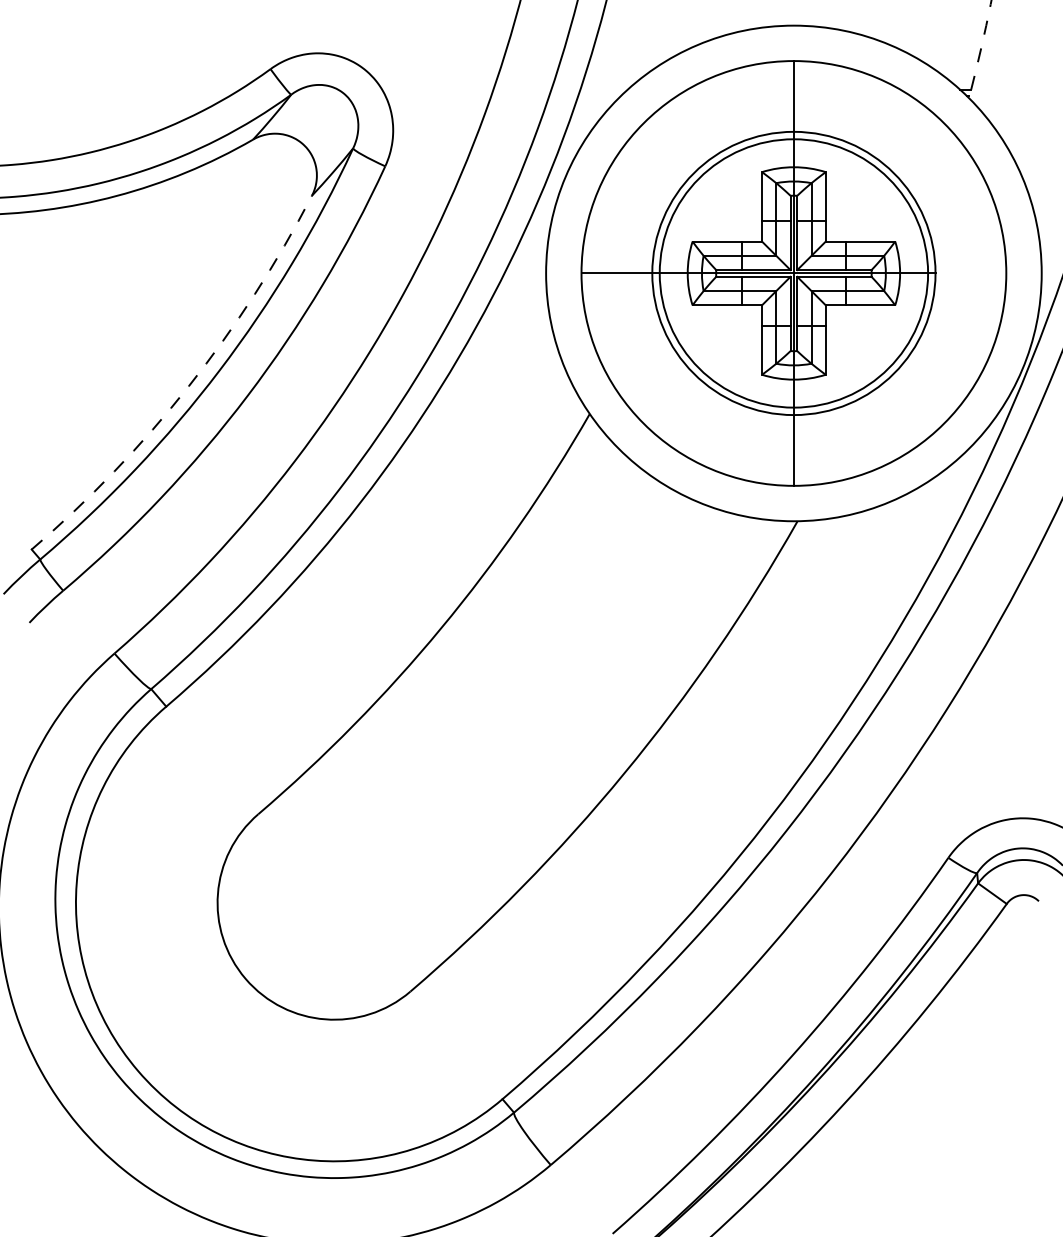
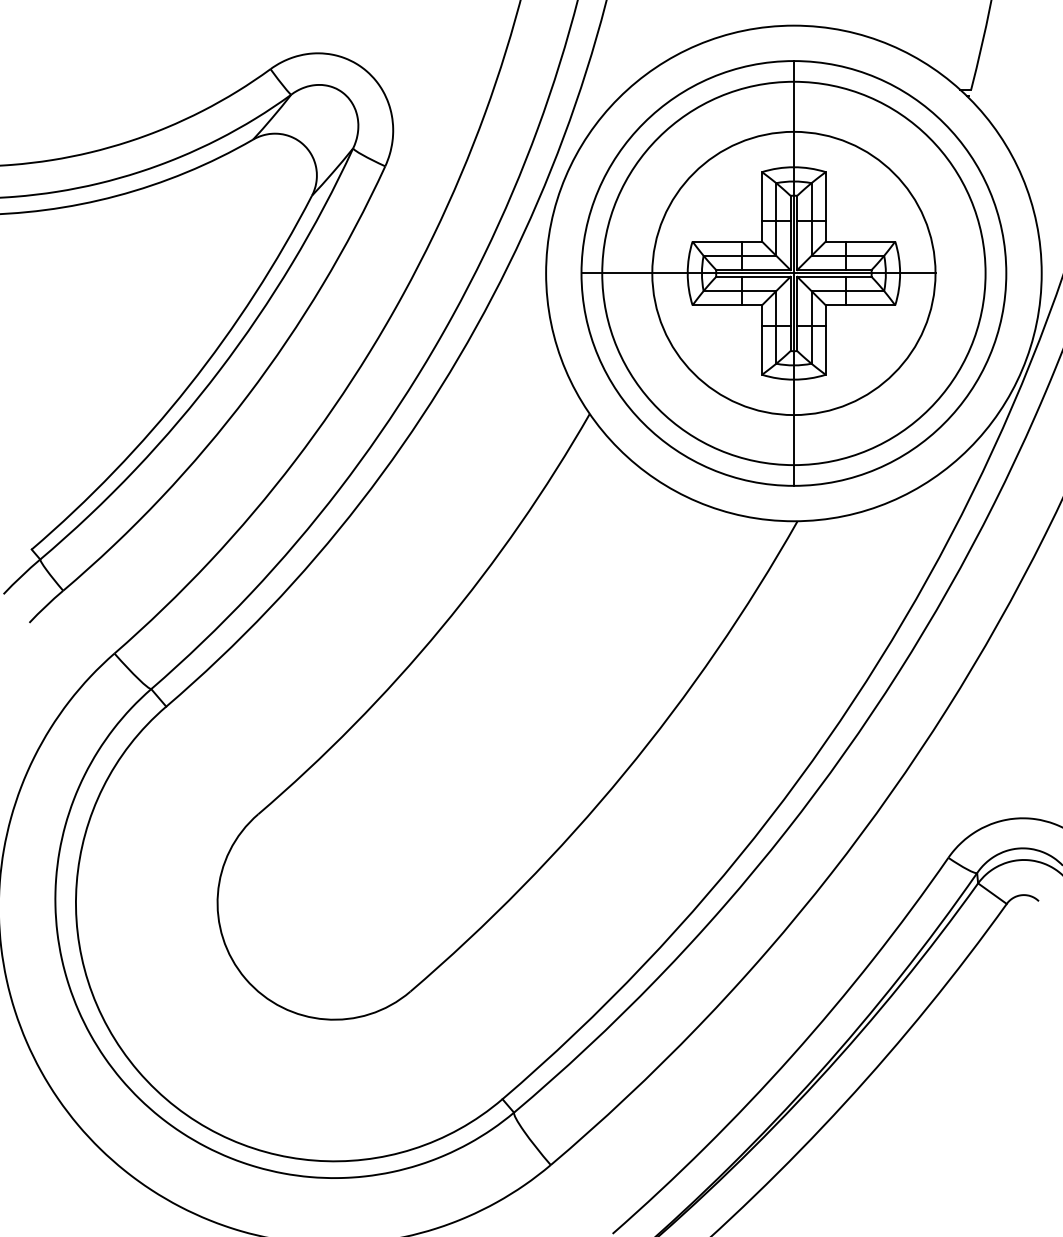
arc at (981, 45): dashed -> solid
circle at (793, 273) diameter: 268 px -> 383 px
arc at (188, 386): dashed -> solid
